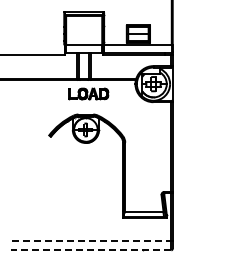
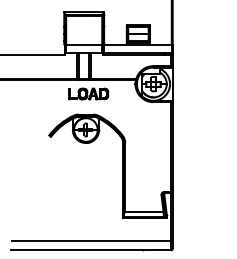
line at (91, 240): dashed -> solid
line at (90, 250): dashed -> solid
